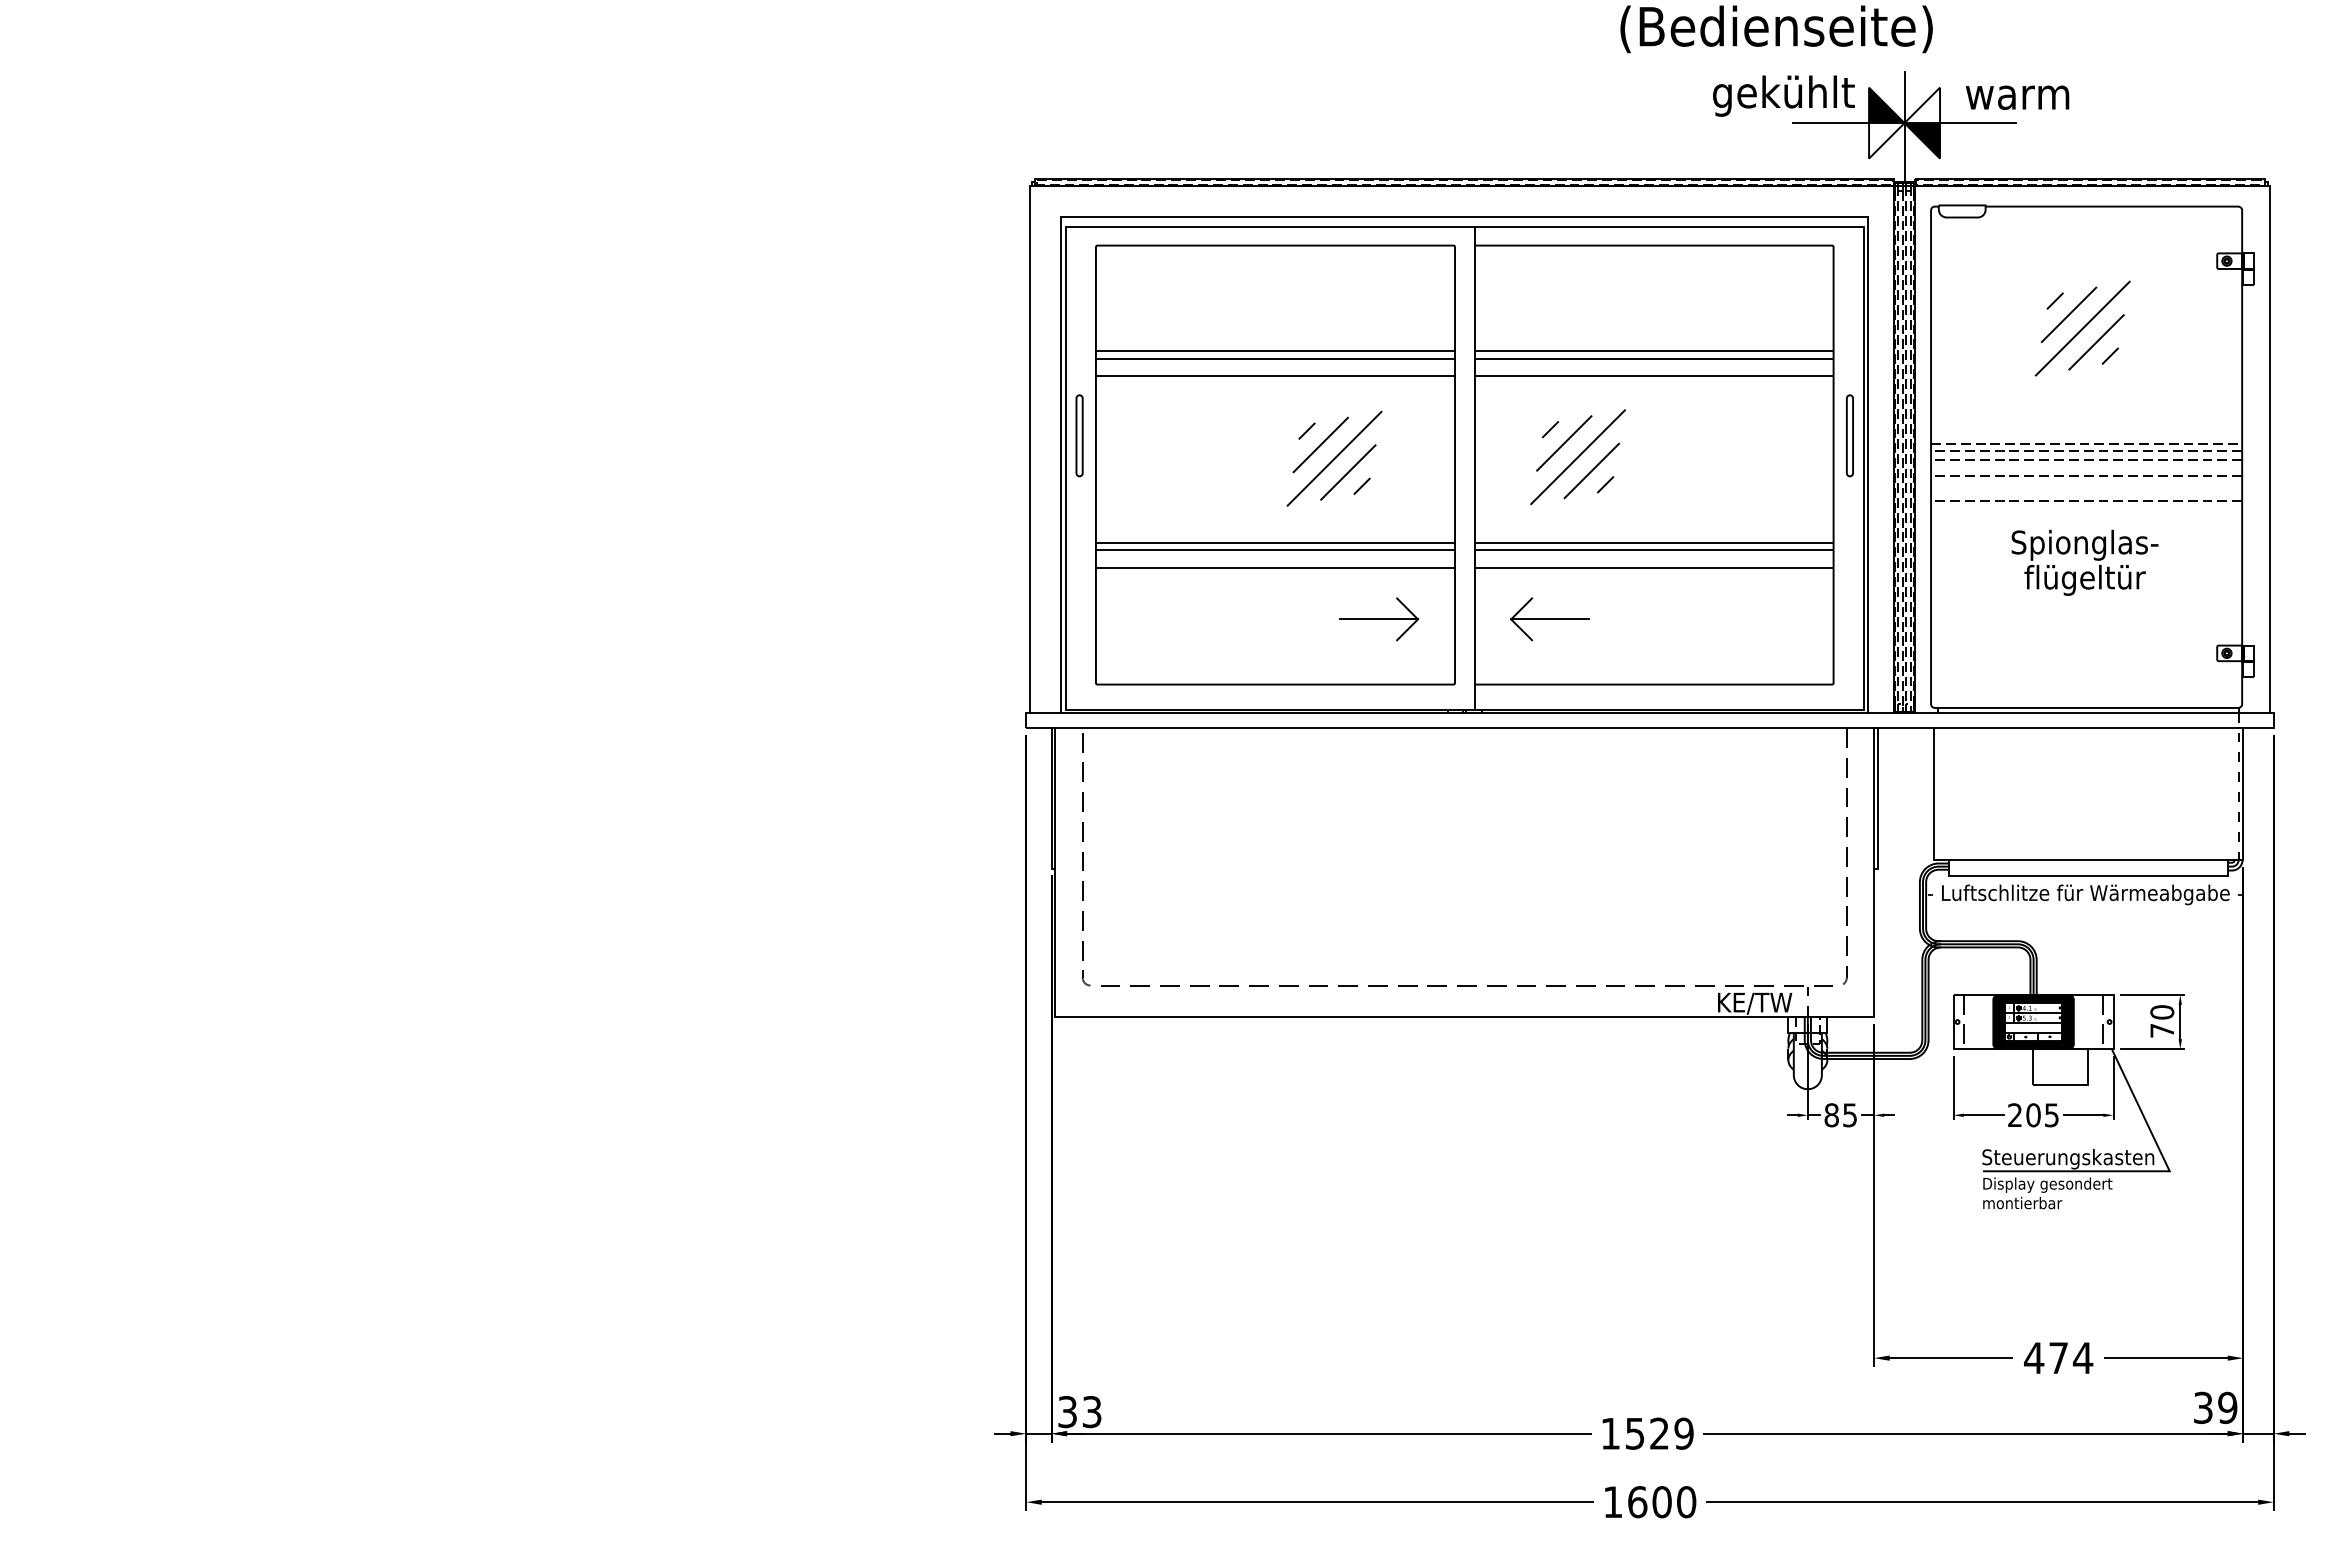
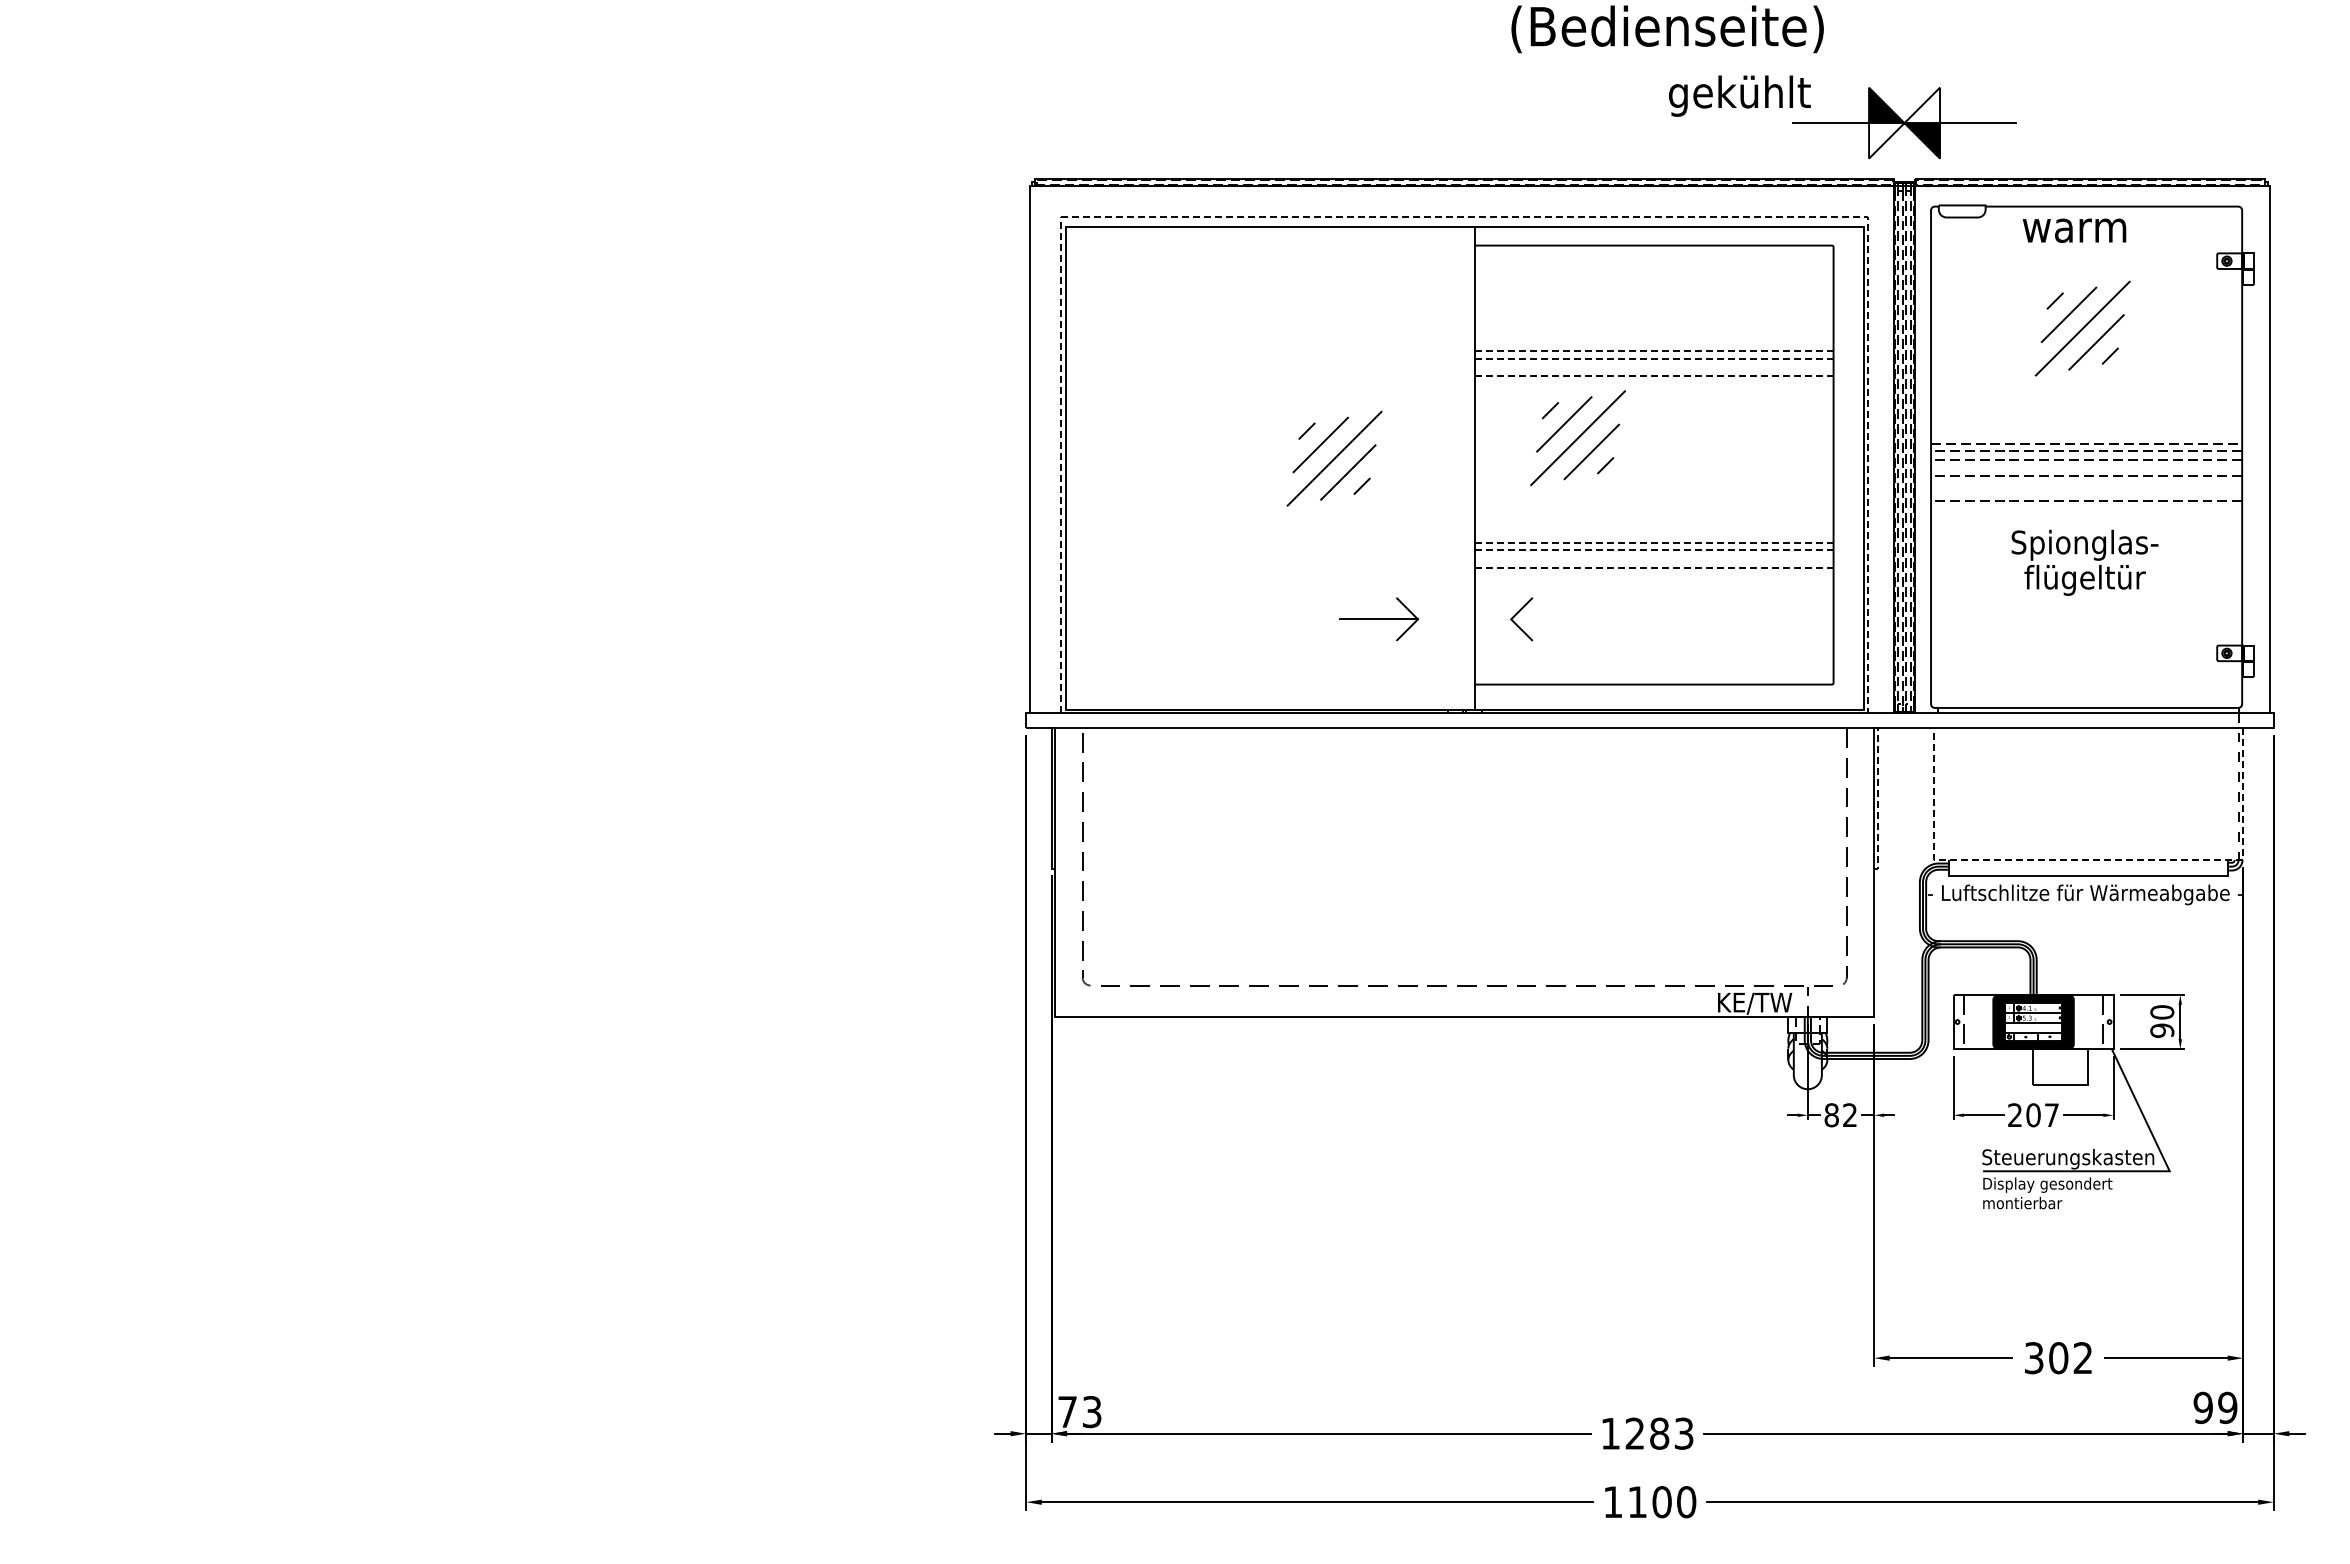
text at (1776, 29) position: (1776, 29) -> (1667, 29)
text at (1783, 95) position: (1783, 95) -> (1739, 95)
text at (2017, 97) position: (2017, 97) -> (2074, 230)
line at (1904, 126): present -> none
line at (1464, 217): solid -> dashed
line at (1654, 350): solid -> dashed
line at (1654, 358): solid -> dashed
line at (1654, 375): solid -> dashed
part at (1079, 435): present -> none
part at (1849, 435): present -> none
part at (1577, 457) position: (1577, 457) -> (1577, 438)
part at (1275, 464): present -> none
line at (1654, 542): solid -> dashed
line at (1654, 550): solid -> dashed
line at (1654, 567): solid -> dashed
line at (1550, 619): present -> none
line at (1878, 798): solid -> dashed
line at (2088, 860): solid -> dashed
text at (2162, 1030): 70 -> 90
text at (1849, 1115): 85 -> 82
text at (2051, 1115): 205 -> 207
text at (2058, 1358): 474 -> 302
text at (2202, 1407): 39 -> 99
text at (1067, 1412): 33 -> 73
text at (1659, 1433): 1529 -> 1283
text at (1637, 1502): 1600 -> 1100
